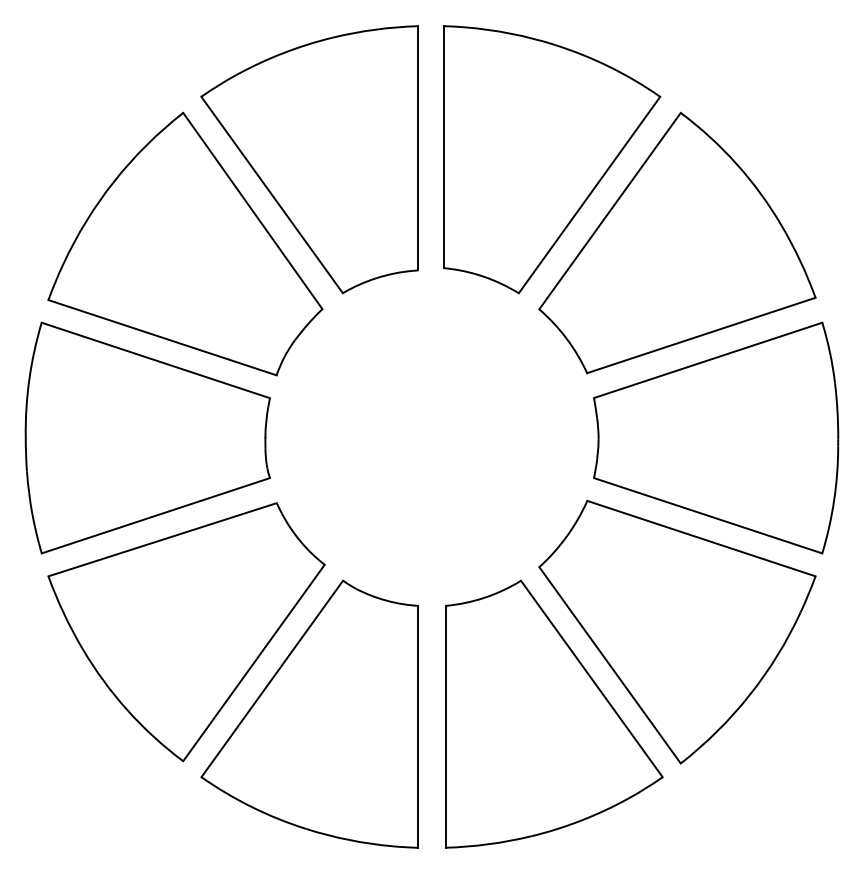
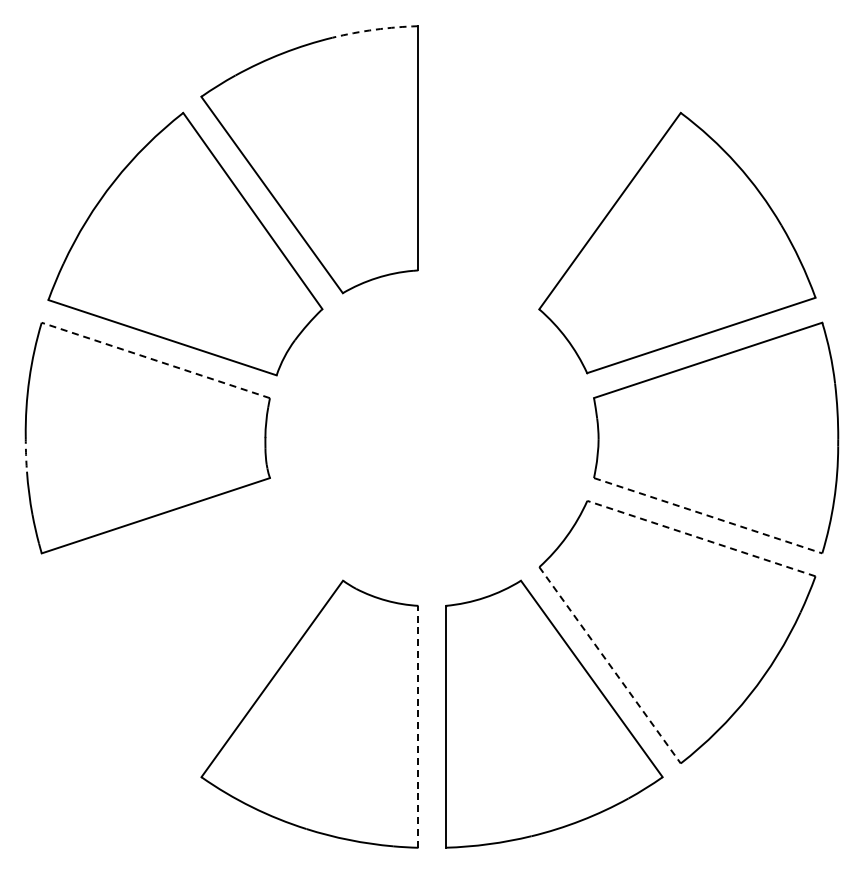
arc at (375, 29): solid -> dashed
part at (552, 159): present -> none
line at (155, 360): solid -> dashed
arc at (26, 454): solid -> dashed
line at (708, 515): solid -> dashed
line at (700, 538): solid -> dashed
part at (186, 632): present -> none
line at (610, 665): solid -> dashed
line at (418, 726): solid -> dashed
